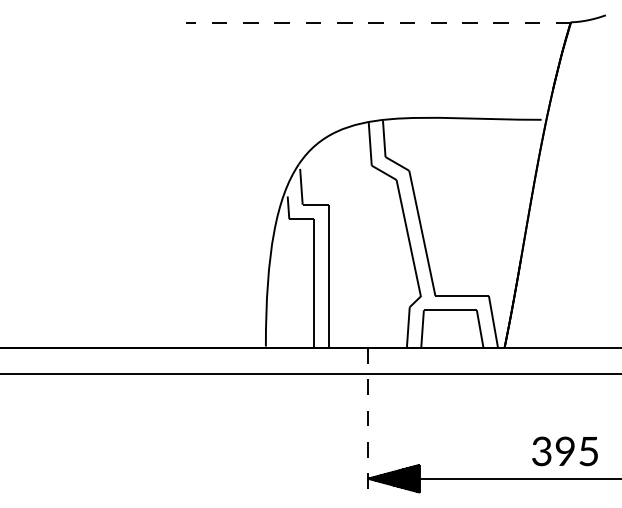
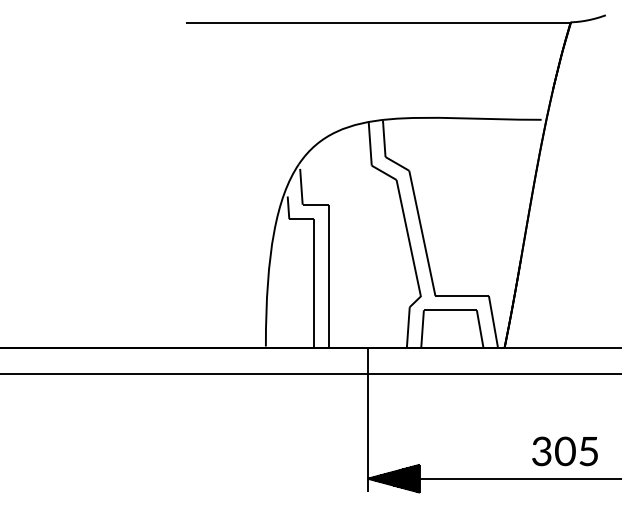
line at (378, 22): dashed -> solid
line at (367, 419): dashed -> solid
text at (565, 452): 395 -> 305
